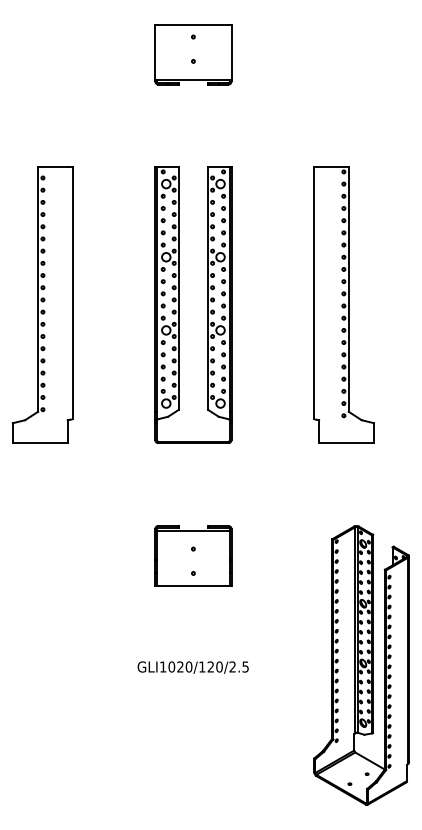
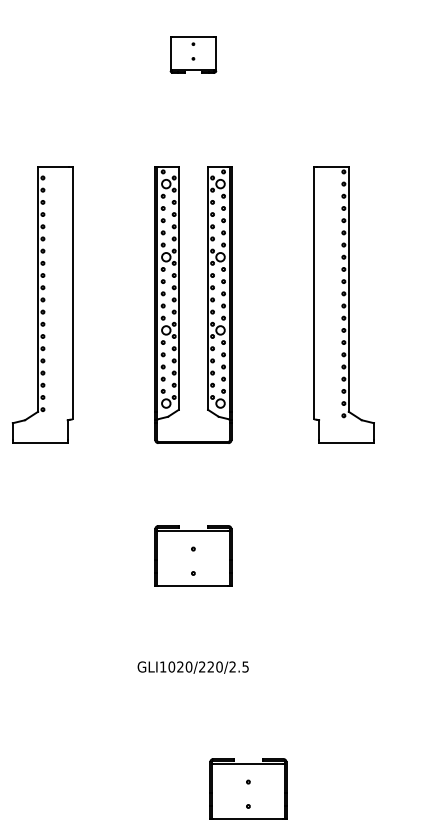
part at (193, 54) size: 79x62 px -> 49x38 px
part at (361, 665): present -> none
text at (202, 666): GLI1020/120/2.5 -> GLI1020/220/2.5
part at (248, 788): none -> present
